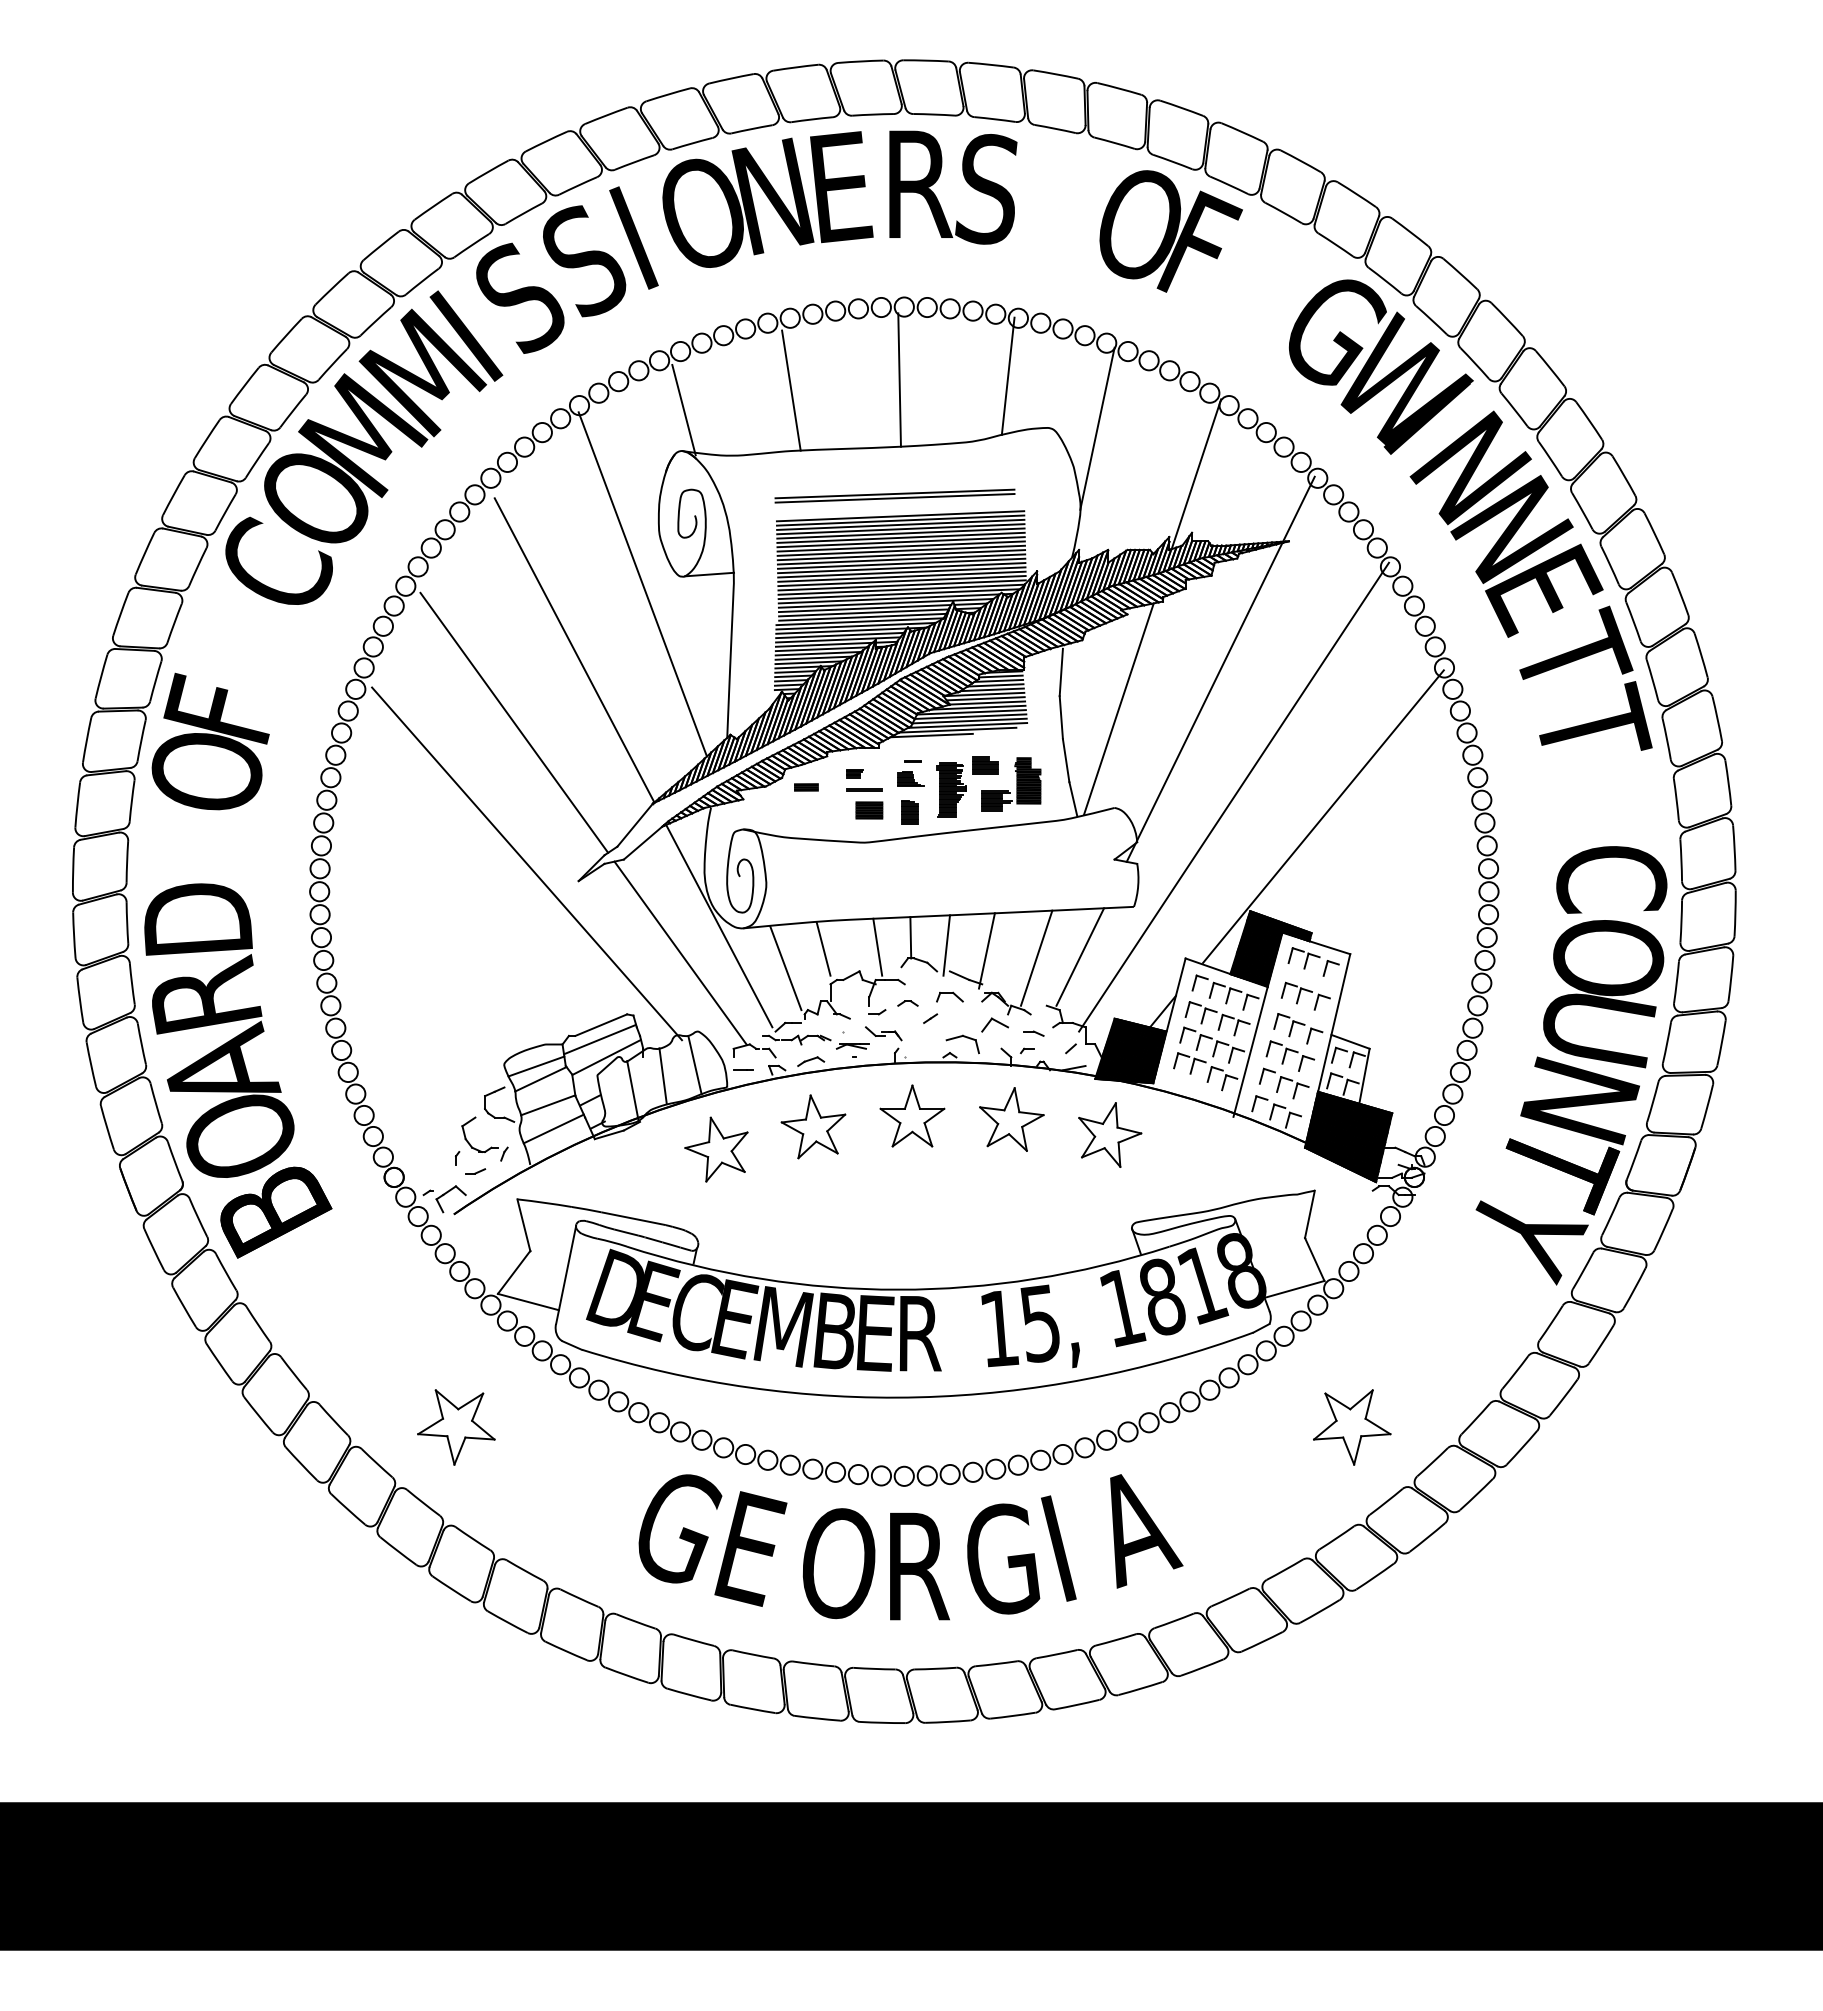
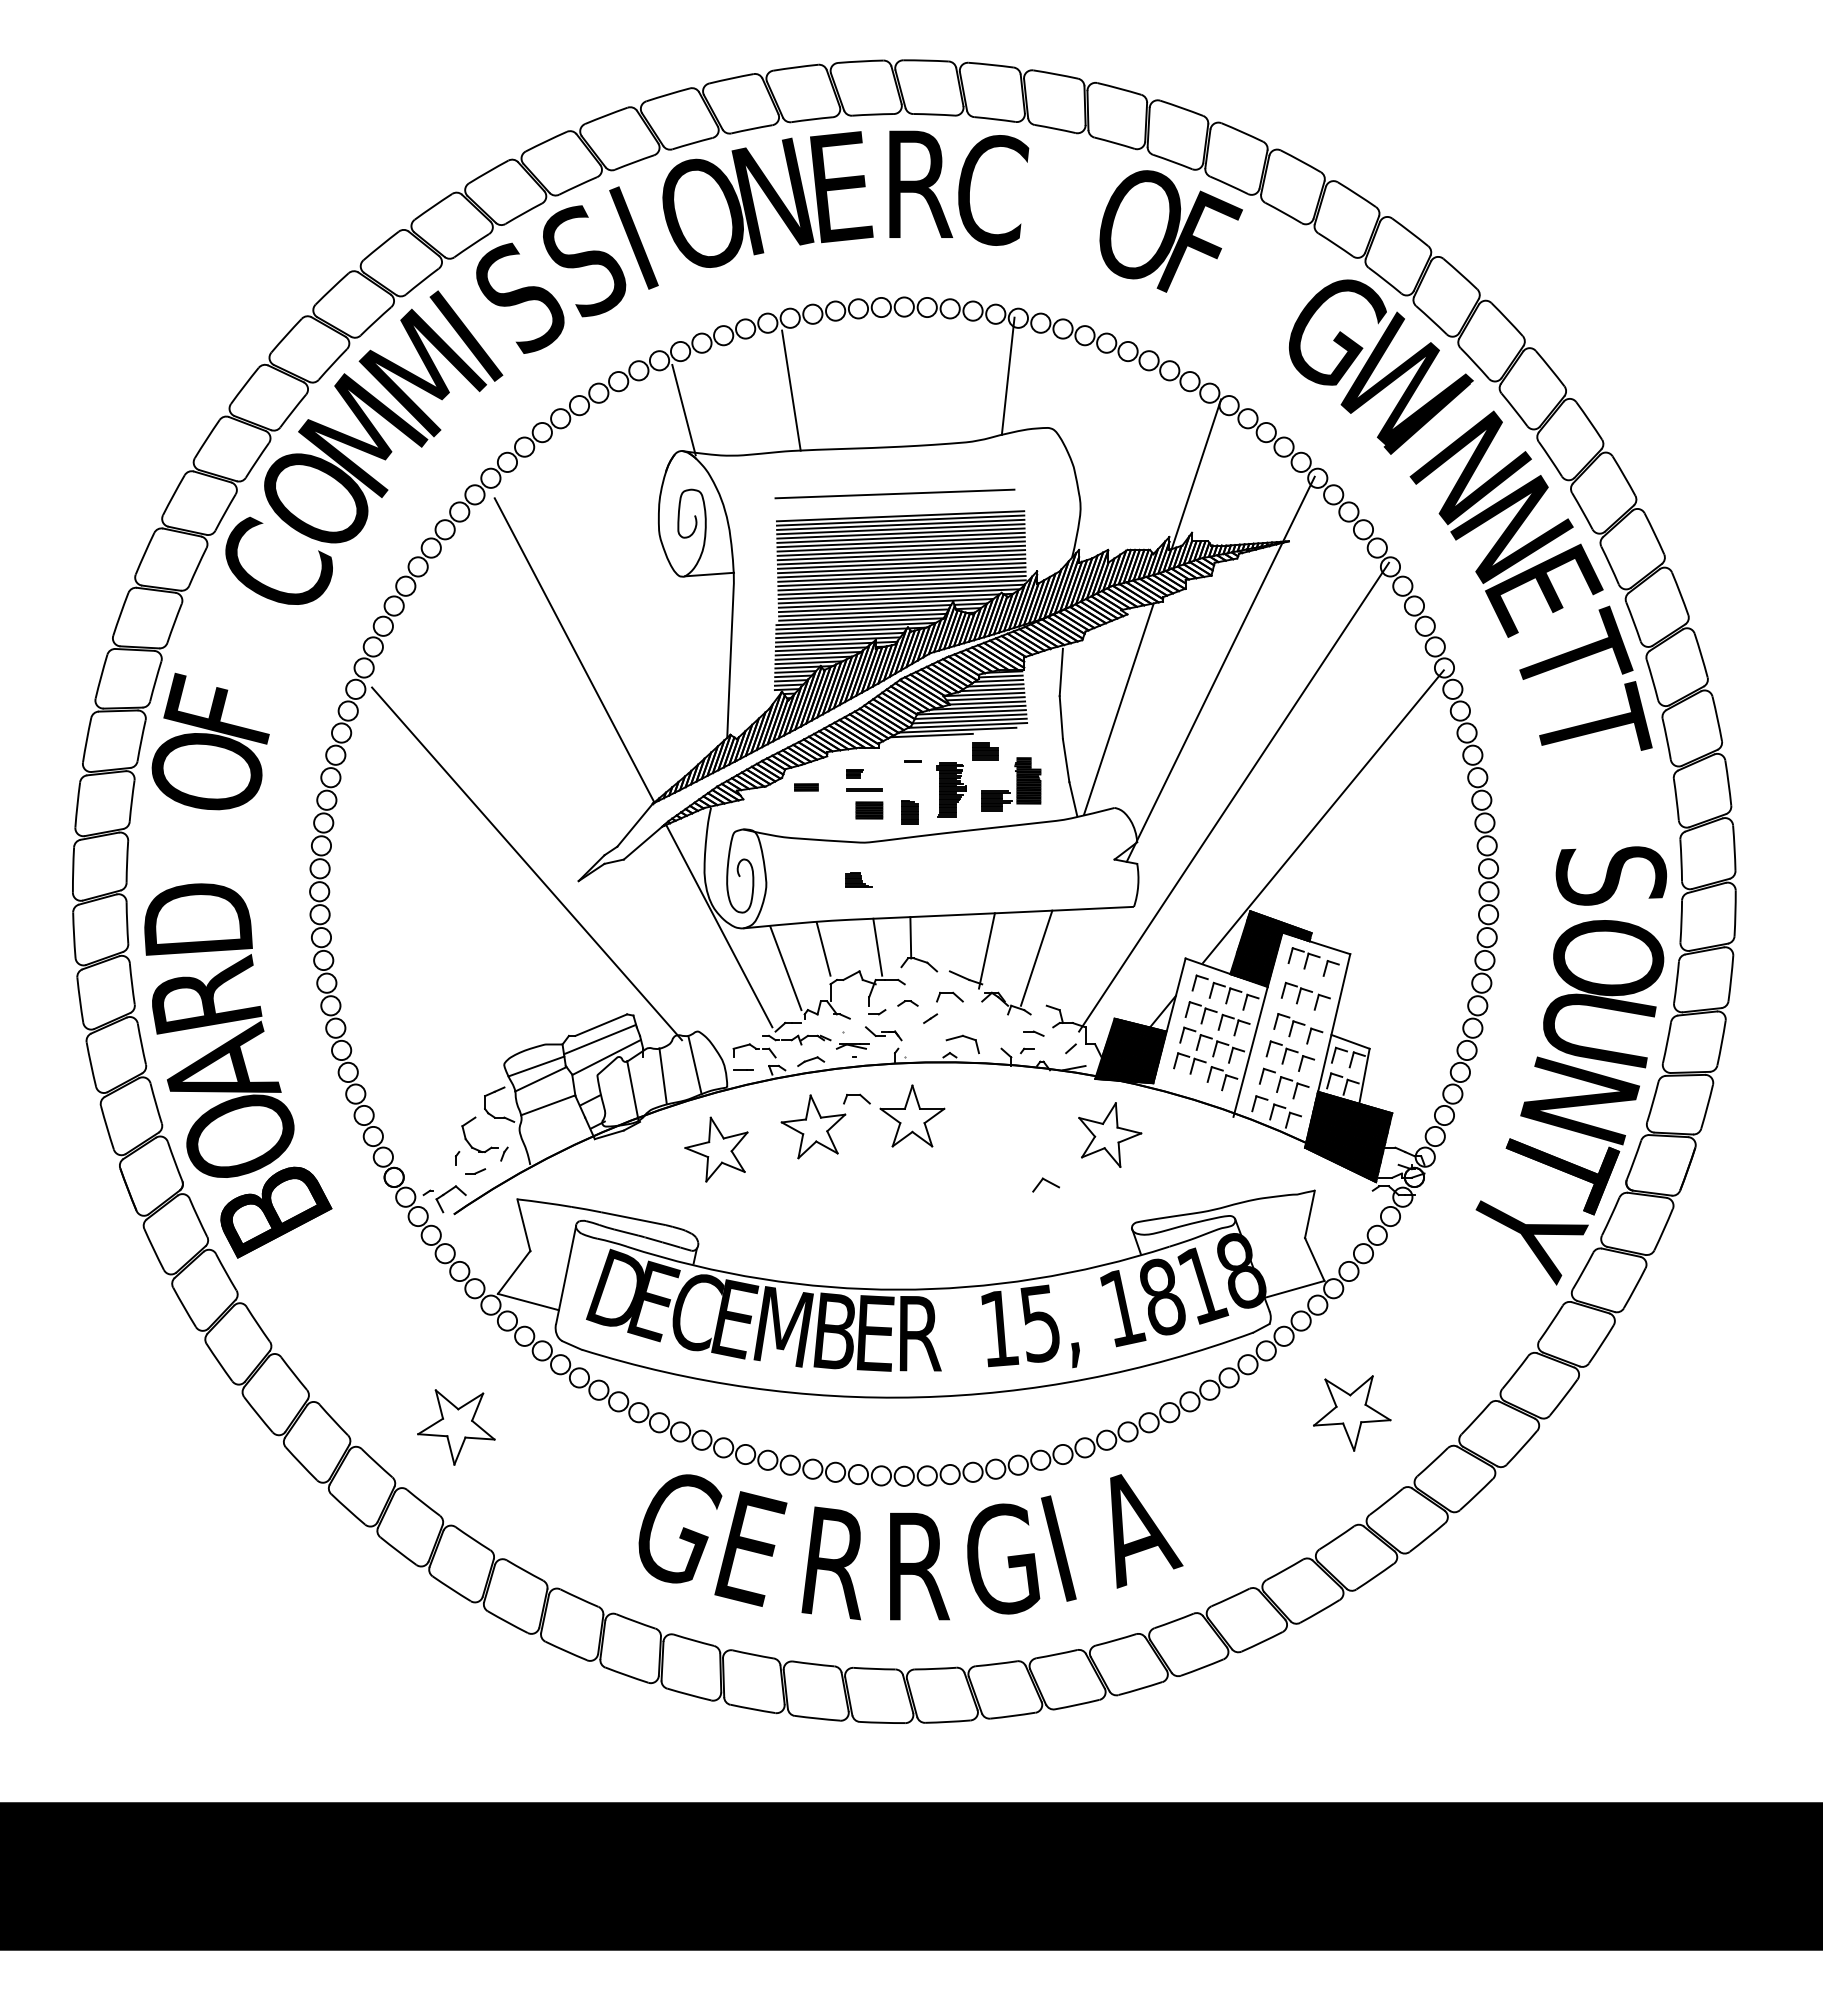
text at (992, 189): S -> C
line at (899, 379): present -> none
line at (1097, 428): present -> none
line at (894, 498): present -> none
line at (642, 584): present -> none
line at (514, 722): present -> none
part at (985, 765) position: (985, 765) -> (985, 751)
part at (910, 778) position: (910, 778) -> (858, 879)
text at (1611, 879): C -> S
line at (946, 945): present -> none
line at (680, 952): present -> none
line at (1080, 956): present -> none
part at (994, 1024) position: (994, 1024) -> (1045, 1184)
part at (856, 1098): none -> present
part at (1011, 1119): present -> none
line at (553, 1128): present -> none
part at (1352, 1427) position: (1352, 1427) -> (1352, 1413)
text at (838, 1563): O -> R
